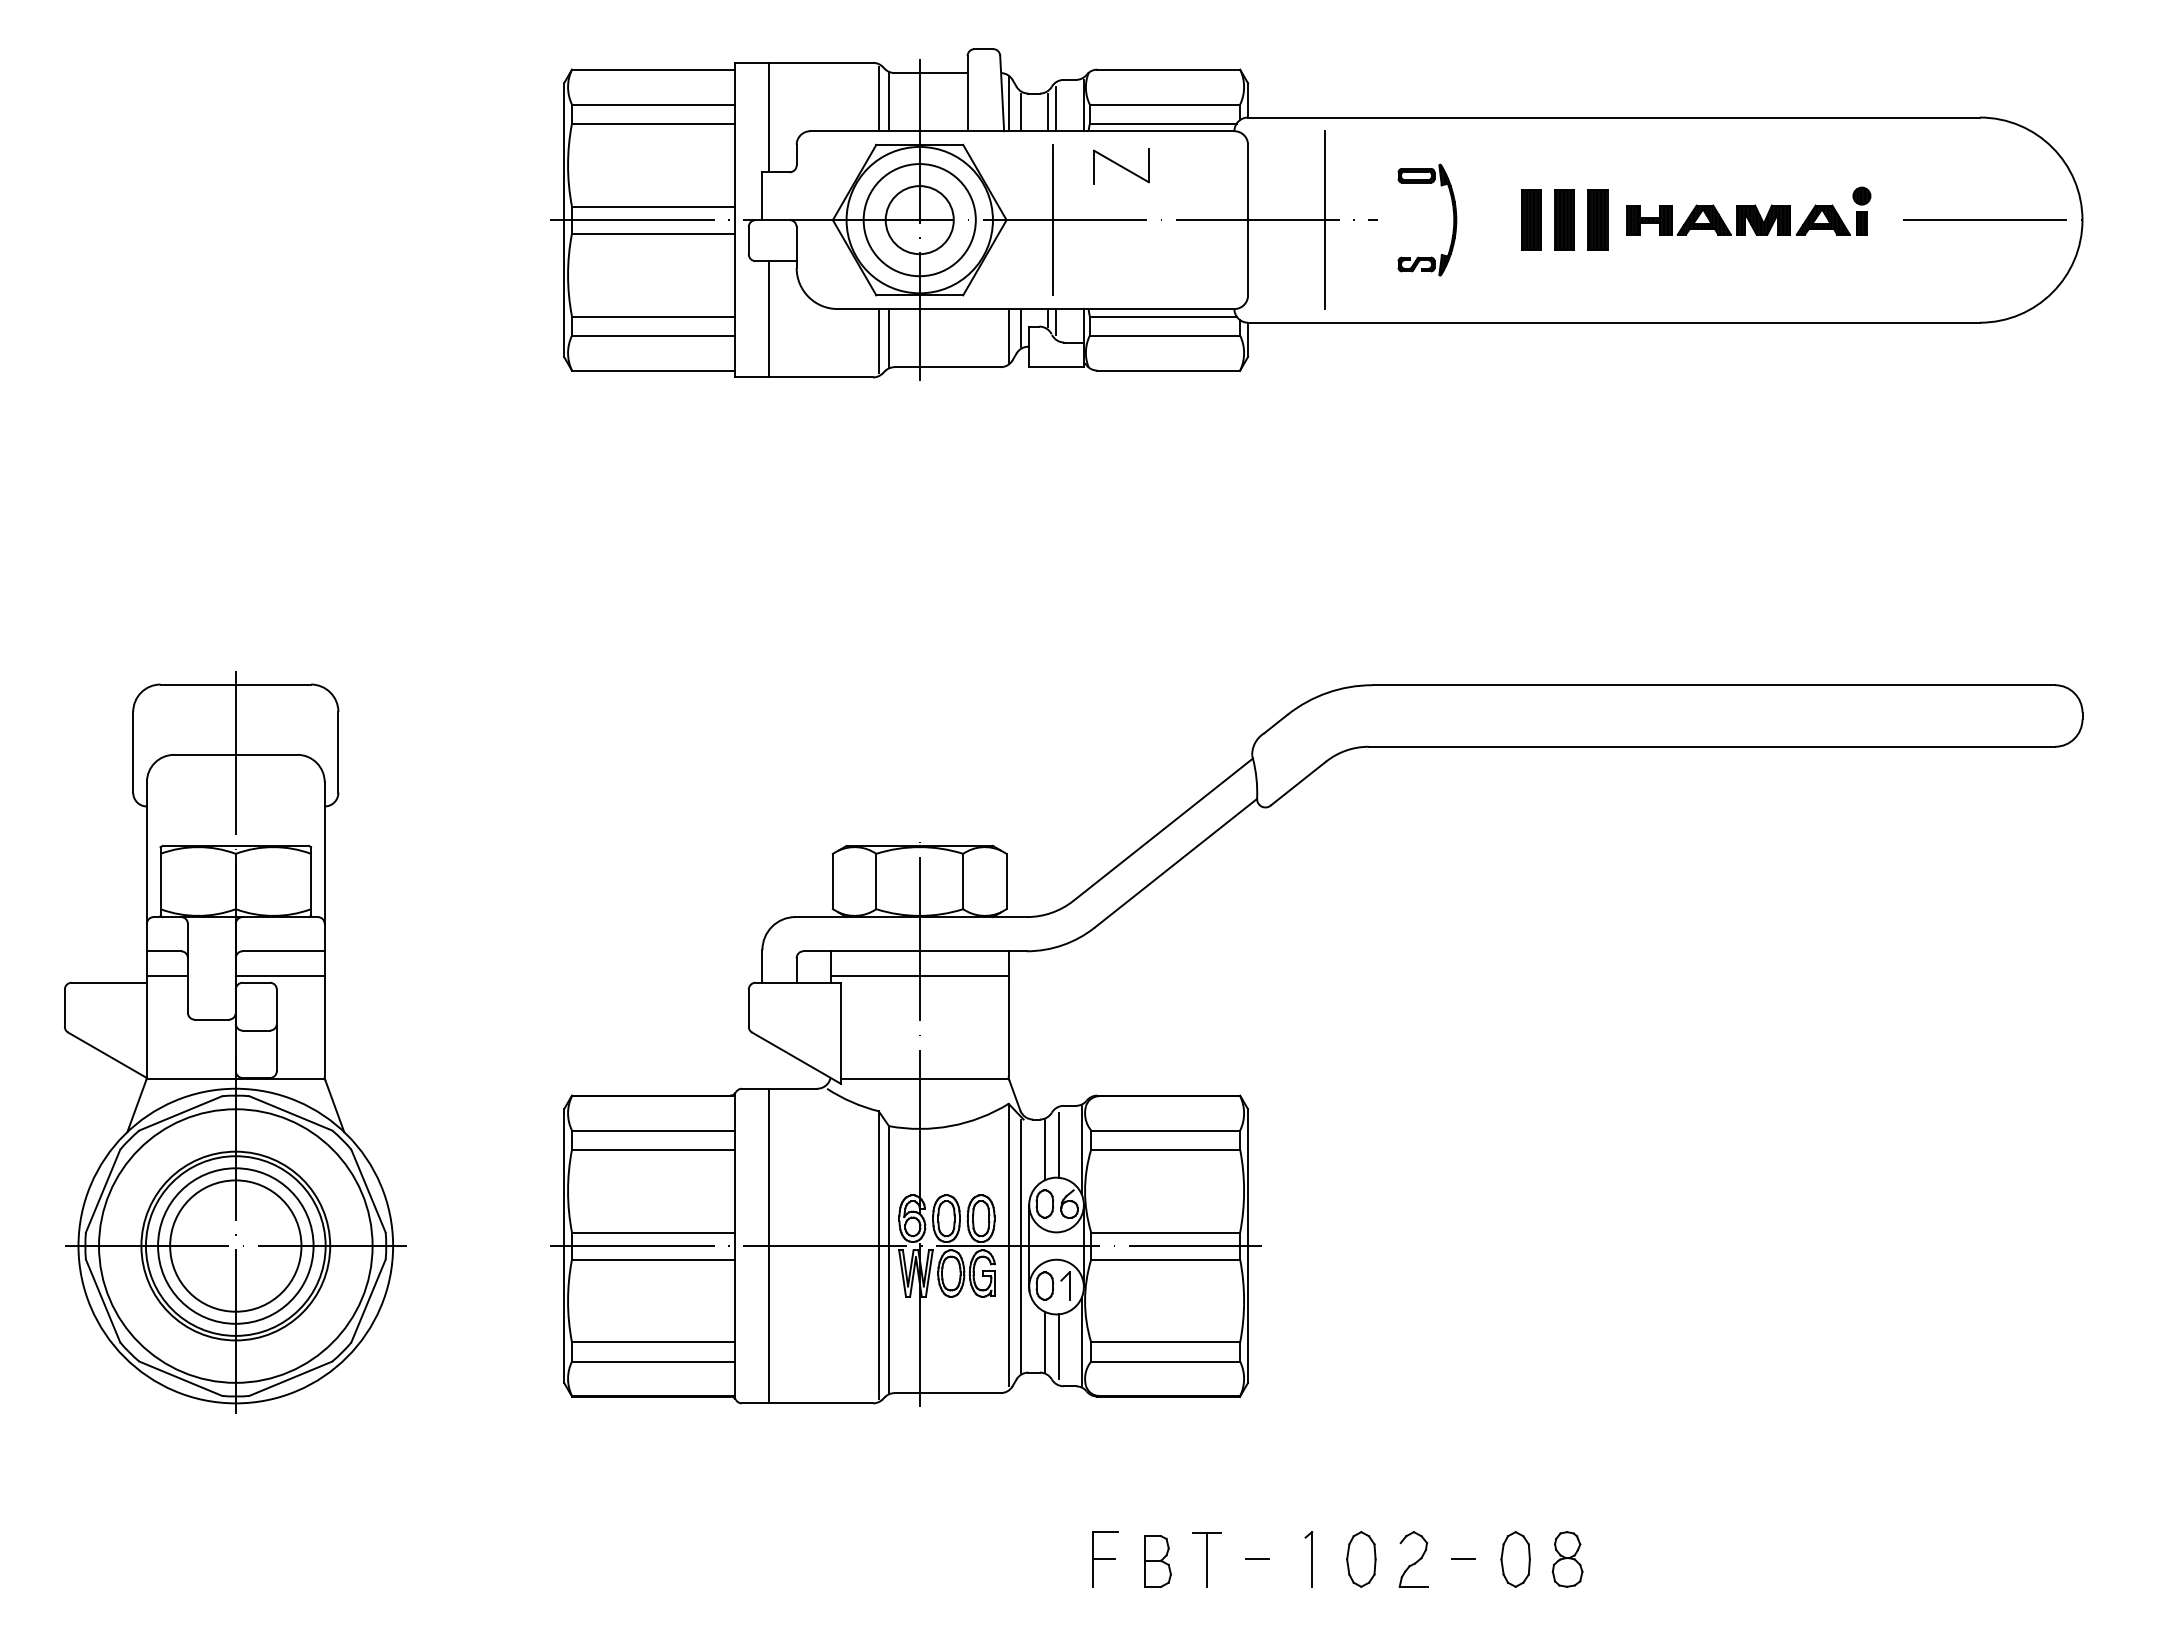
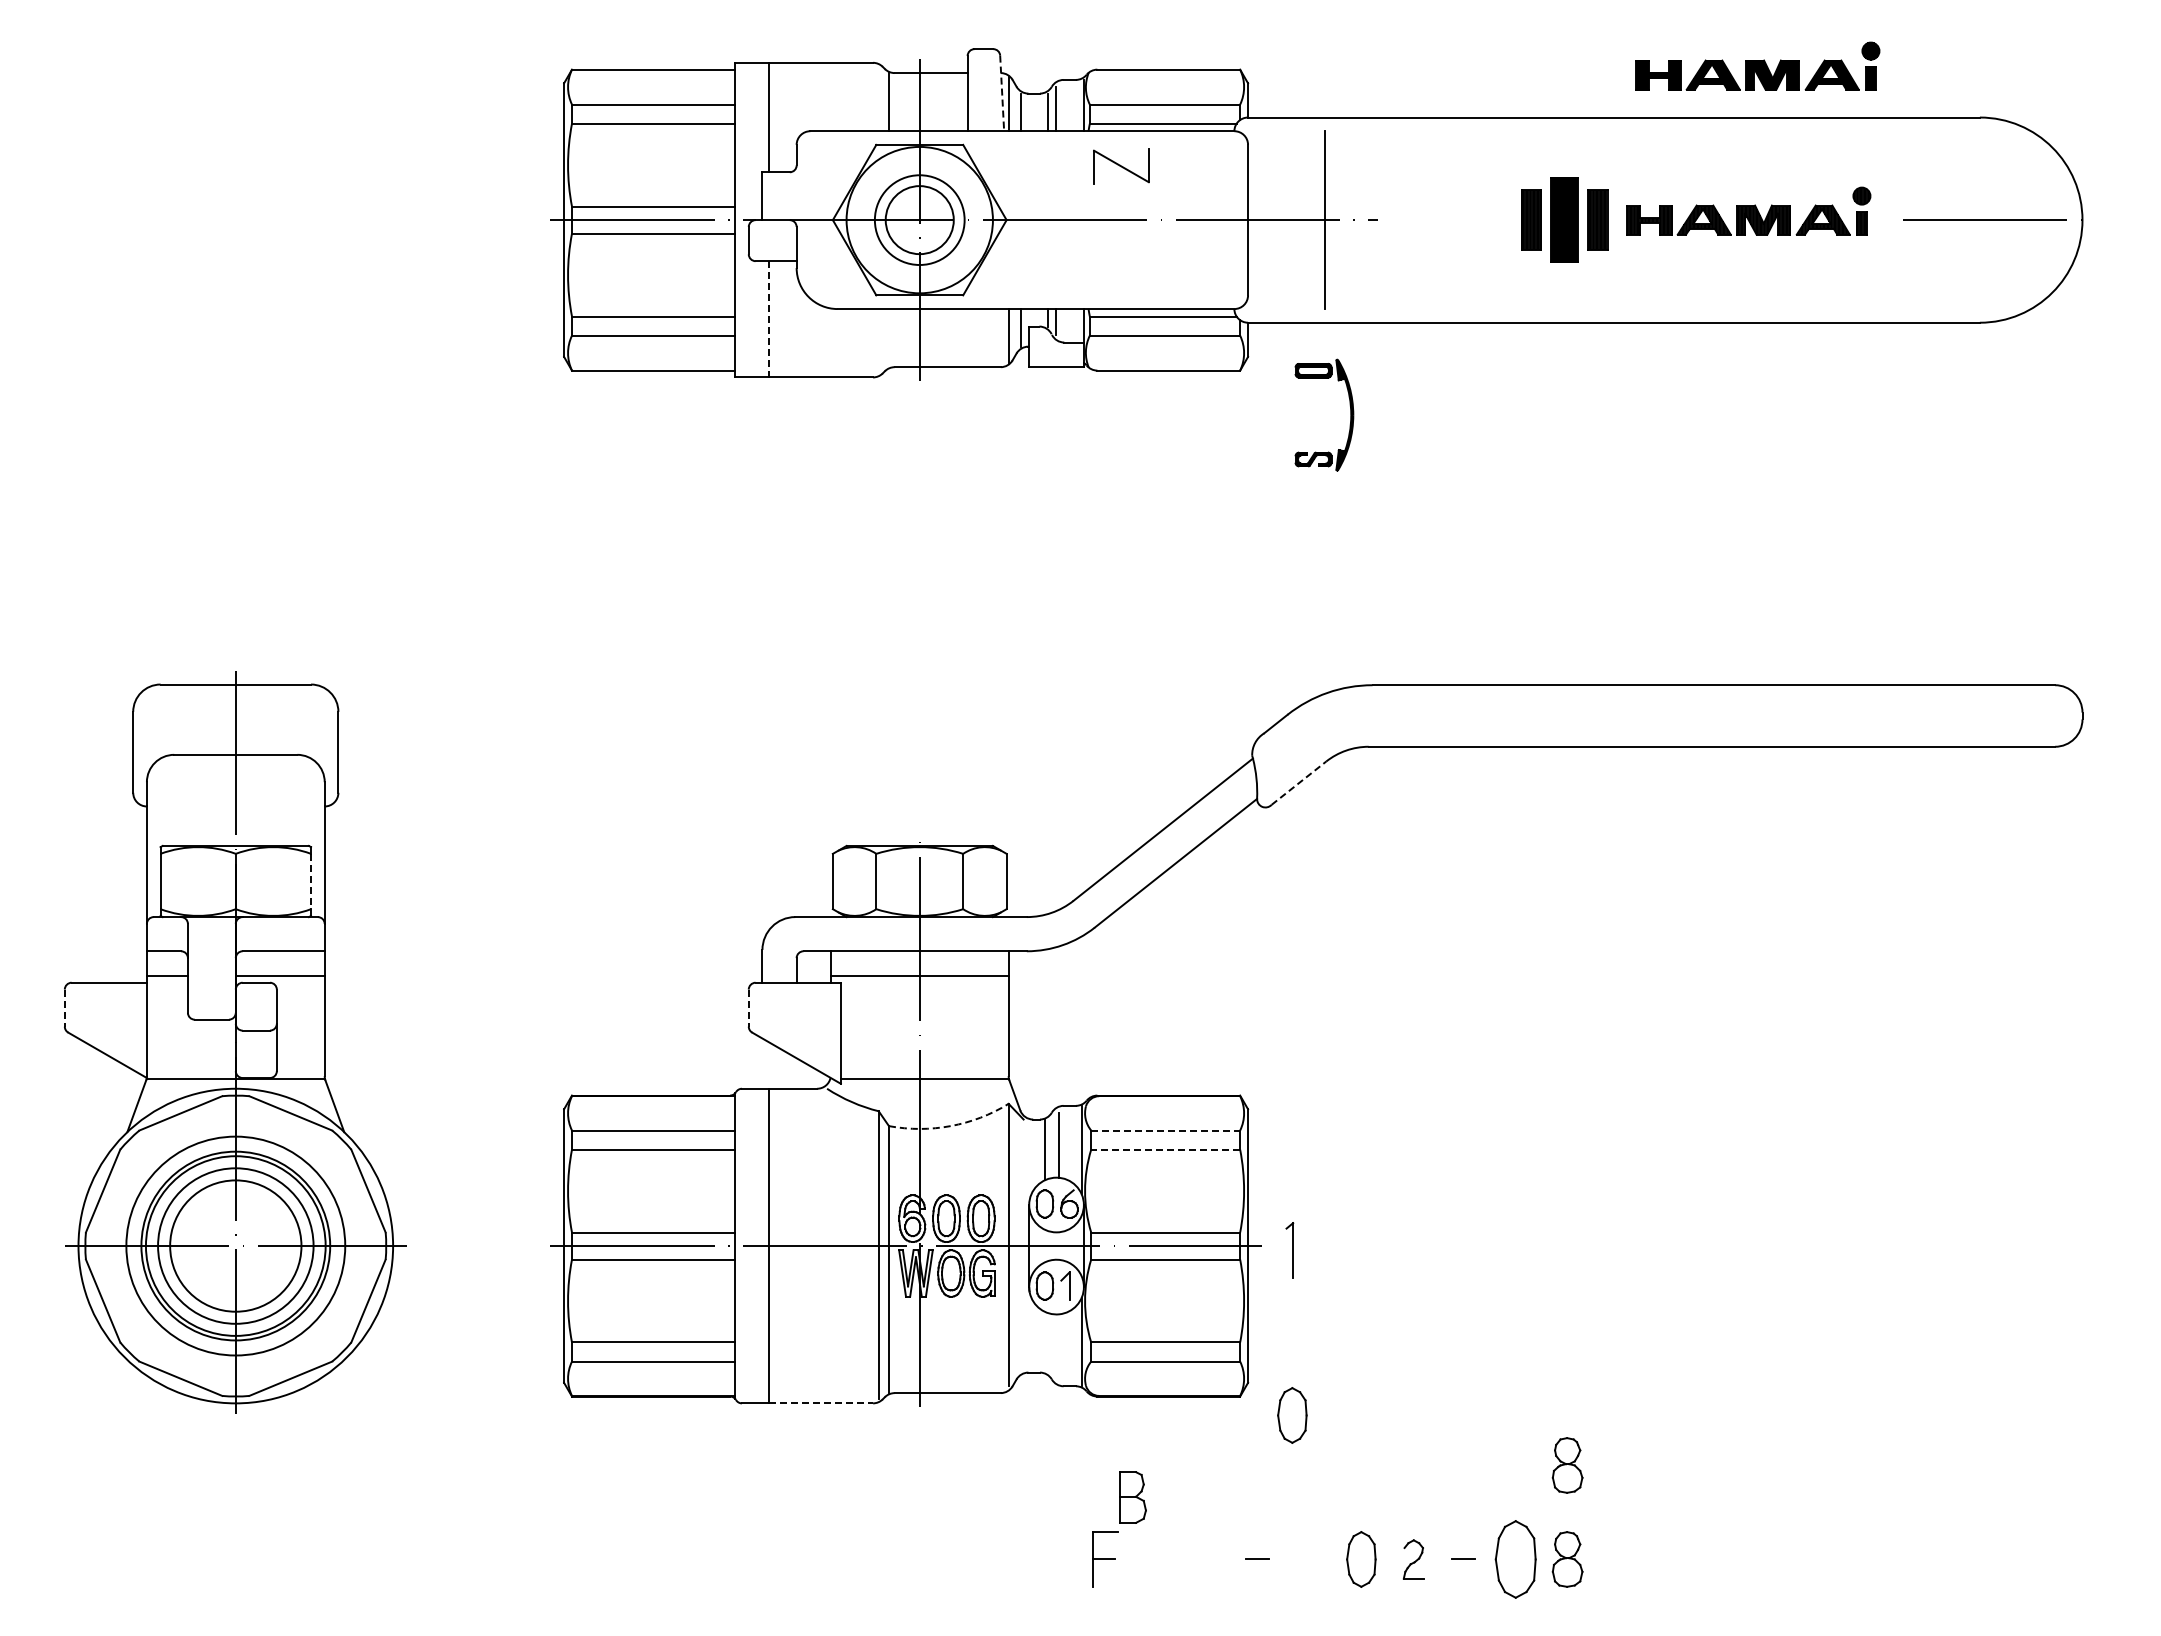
part at (1757, 65): none -> present
line at (1002, 93): solid -> dashed
line at (878, 98): present -> none
line at (1053, 219): present -> none
part at (1453, 219) position: (1453, 219) -> (1350, 414)
part at (1564, 219) size: 21x62 px -> 29x86 px
circle at (919, 220) diameter: 112 px -> 90 px
line at (769, 319): solid -> dashed
line at (888, 338): present -> none
line at (878, 341): present -> none
line at (1298, 783): solid -> dashed
line at (311, 881): solid -> dashed
line at (64, 1008): solid -> dashed
line at (748, 1008): solid -> dashed
arc at (950, 1126): solid -> dashed
line at (1166, 1130): solid -> dashed
line at (1165, 1149): solid -> dashed
circle at (235, 1245) diameter: 274 px -> 219 px
line at (1020, 1245): present -> none
line at (1044, 1341): present -> none
line at (1058, 1346): present -> none
line at (821, 1403): solid -> dashed
part at (1292, 1415): none -> present
part at (1567, 1465): none -> present
part at (1206, 1559): present -> none
part at (1308, 1559) position: (1308, 1559) -> (1289, 1250)
part at (1413, 1559) size: 31x57 px -> 22x41 px
part at (1515, 1559) size: 31x57 px -> 43x79 px
part at (1157, 1561) position: (1157, 1561) -> (1132, 1497)
